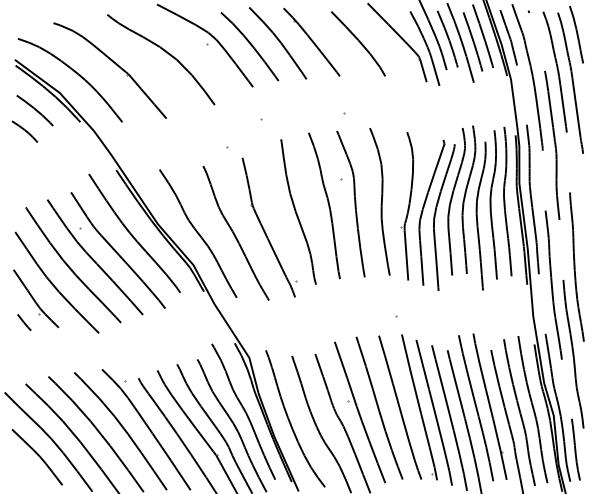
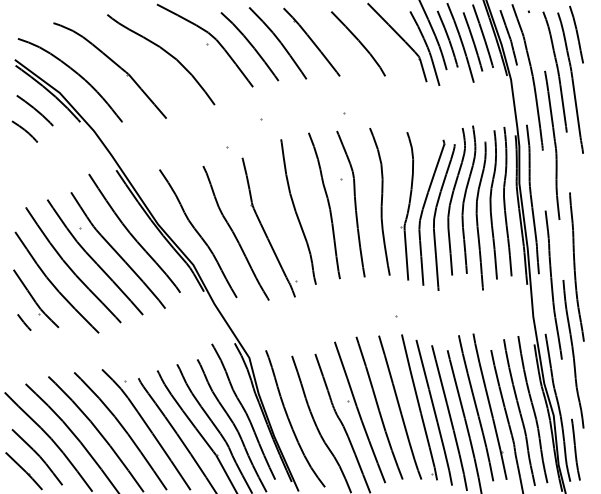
line at (23, 470): none -> present
